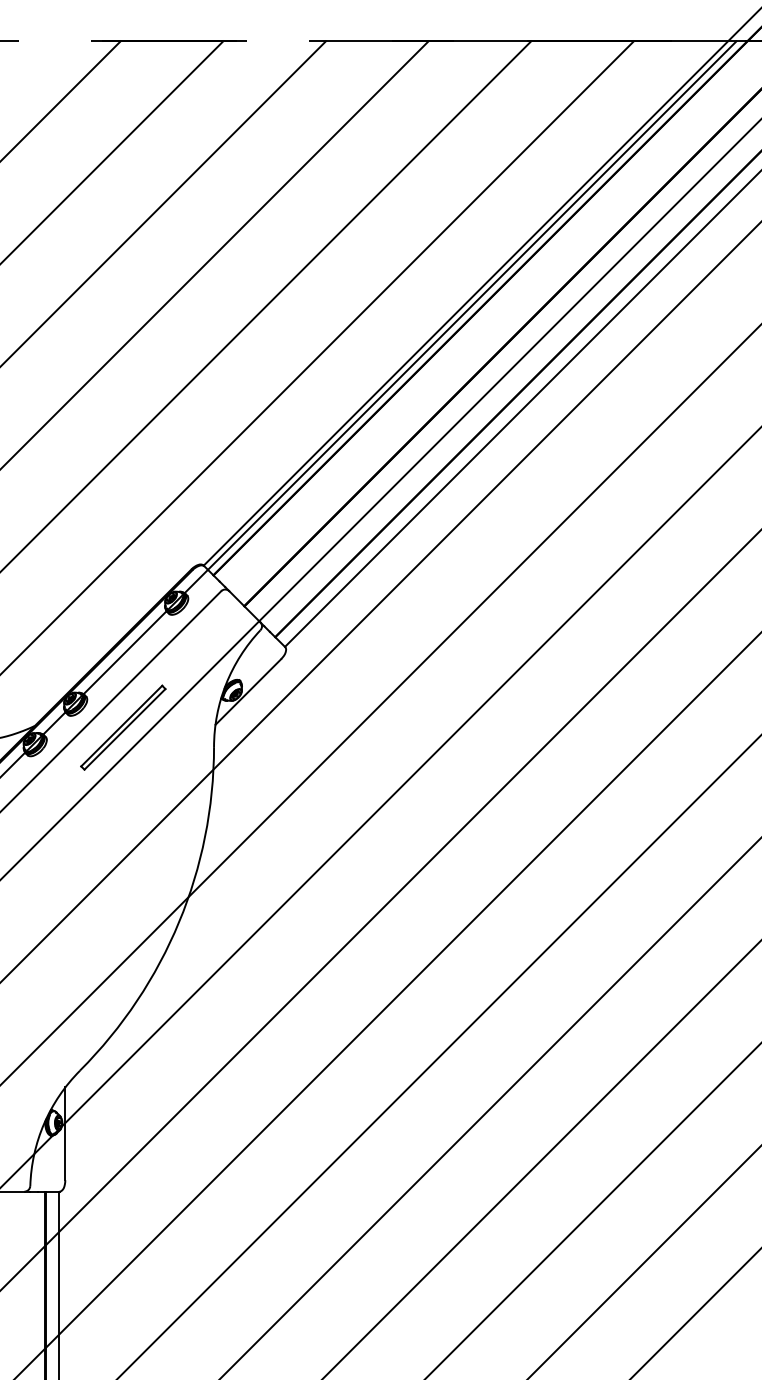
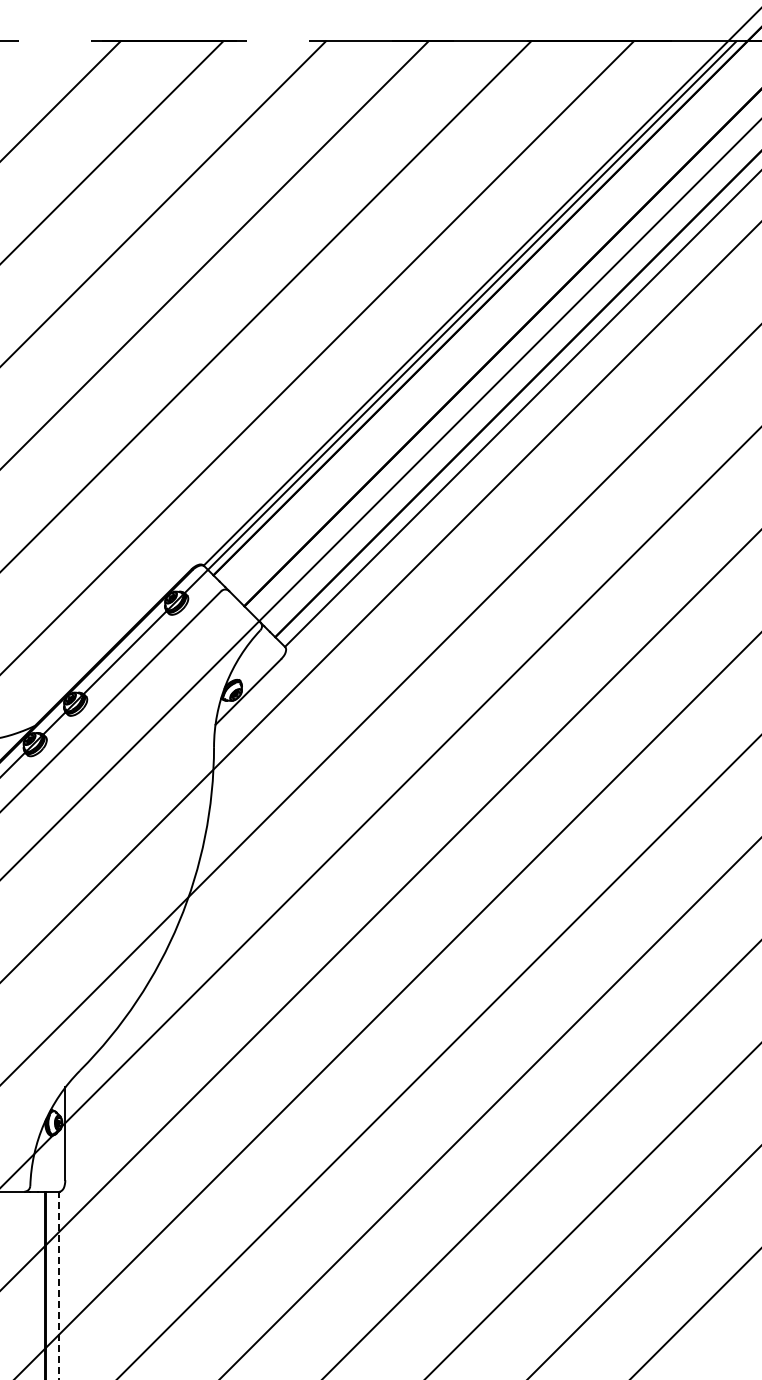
part at (123, 727): present -> none
line at (59, 1285): solid -> dashed
